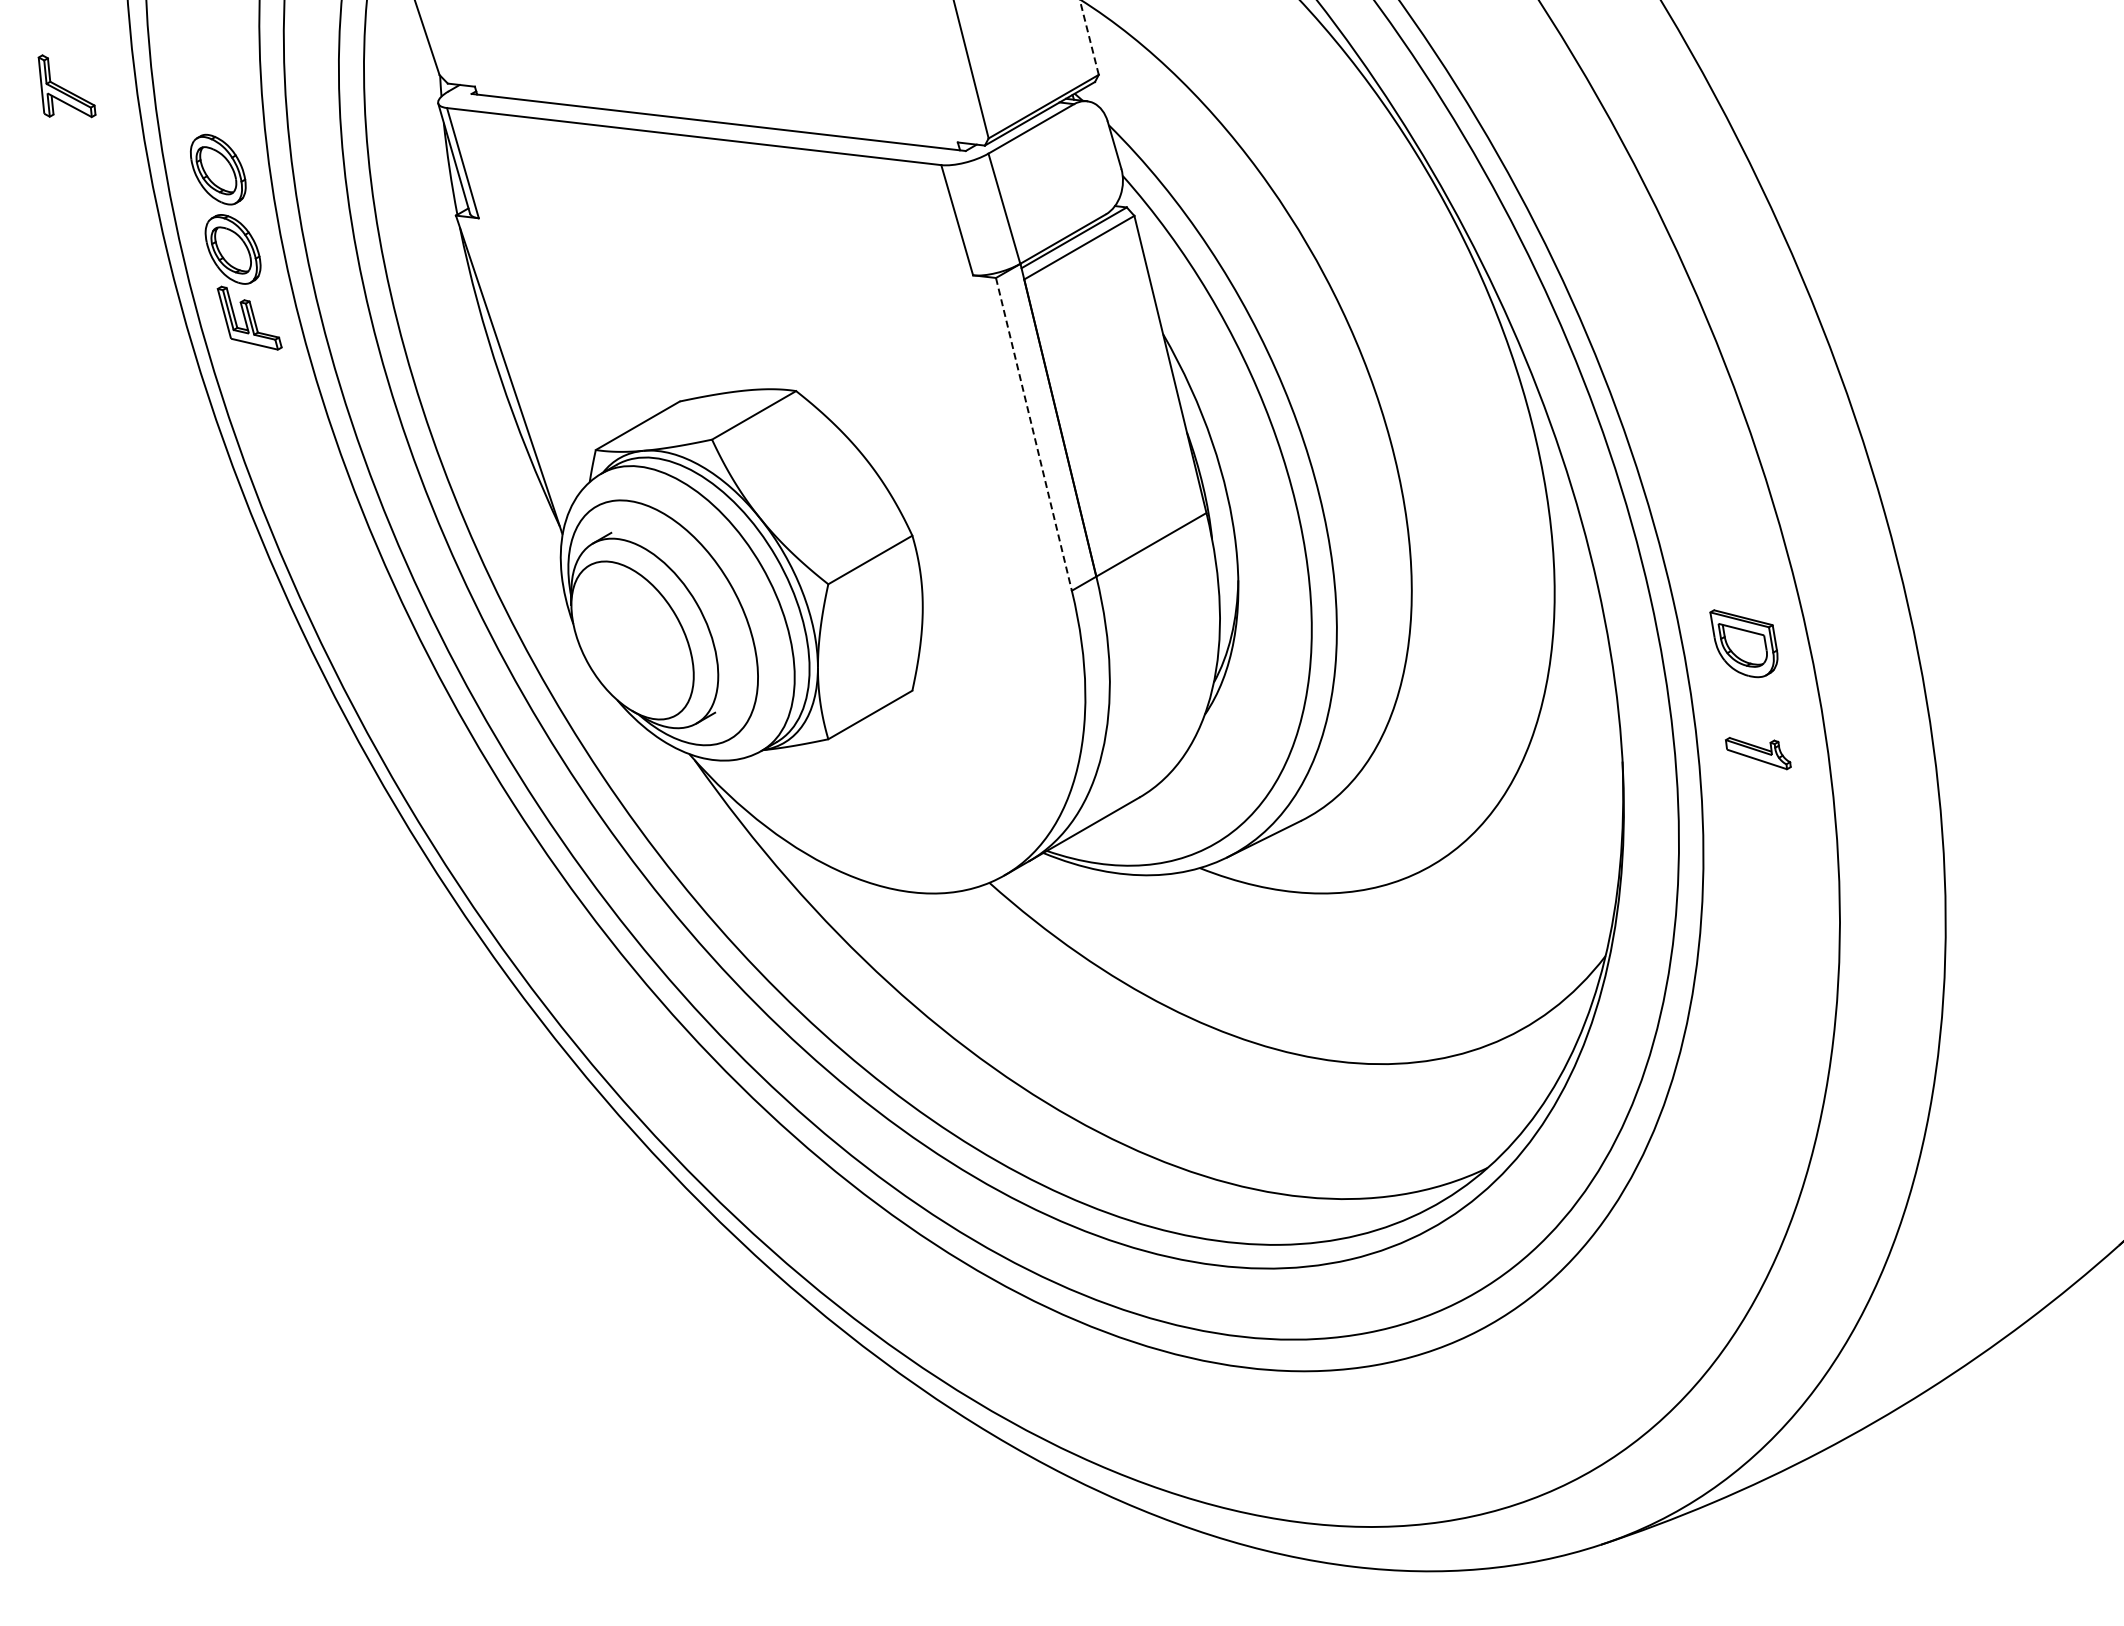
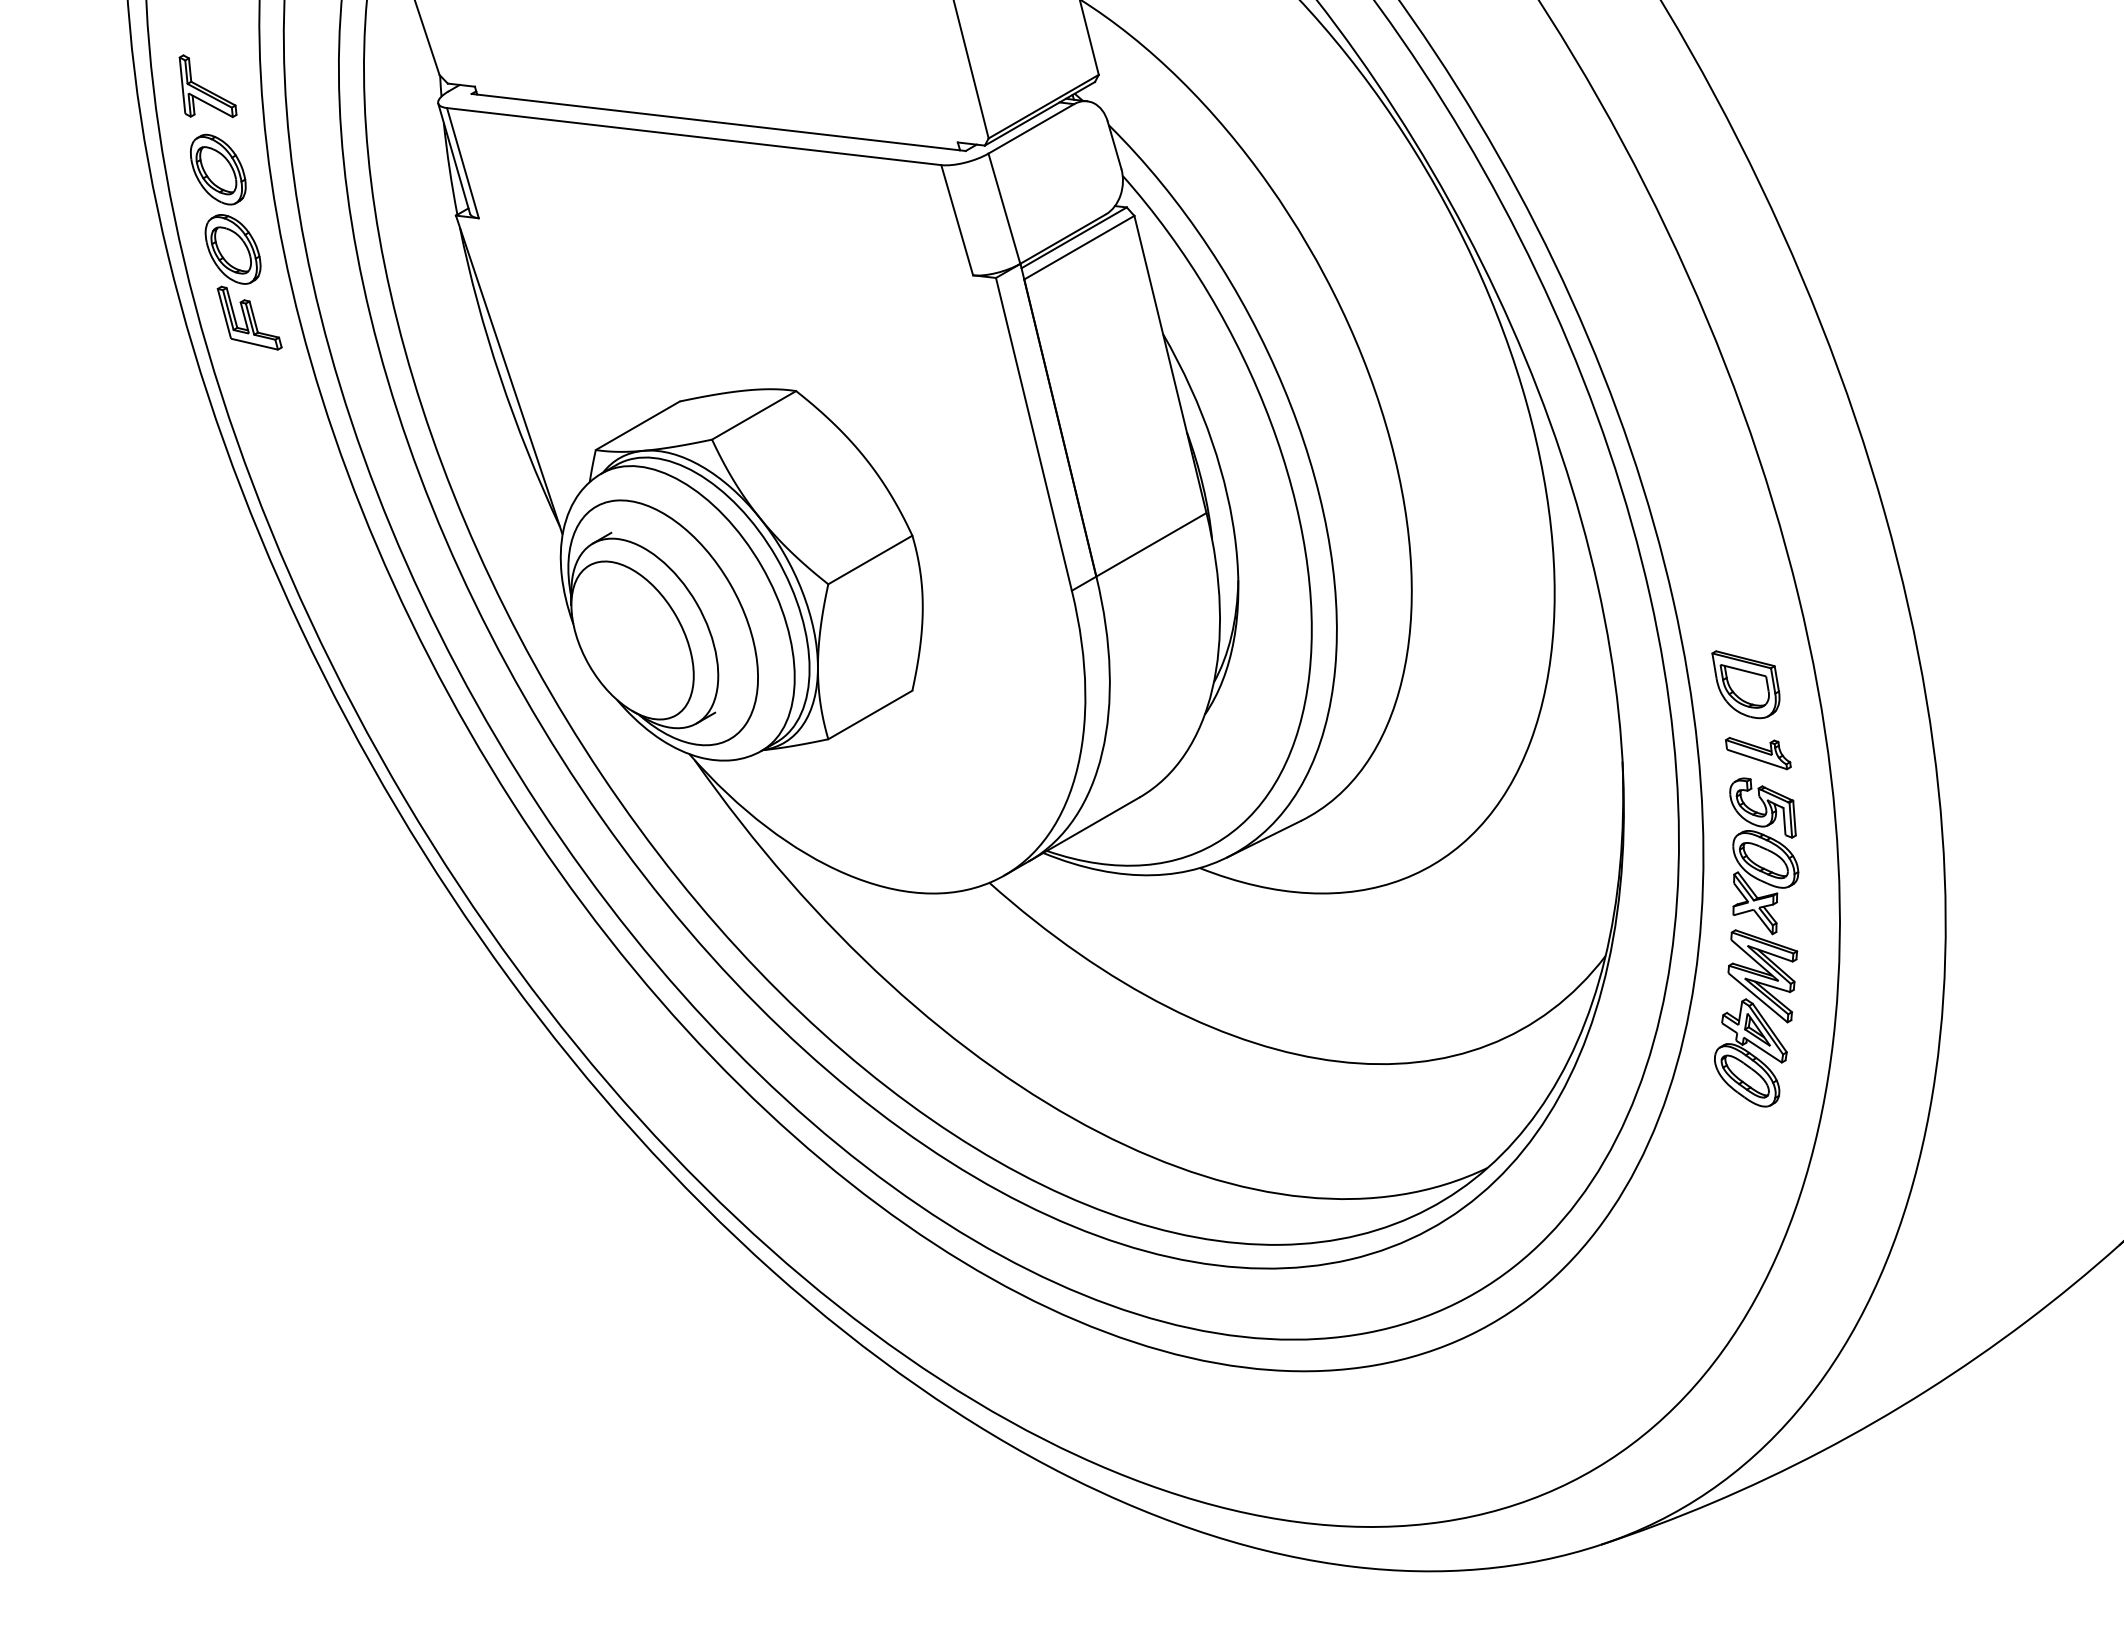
line at (1089, 38): dashed -> solid
part at (66, 86) position: (66, 86) -> (207, 86)
line at (1033, 434): dashed -> solid
part at (1743, 643) position: (1743, 643) -> (1745, 684)
part at (1756, 942): none -> present
